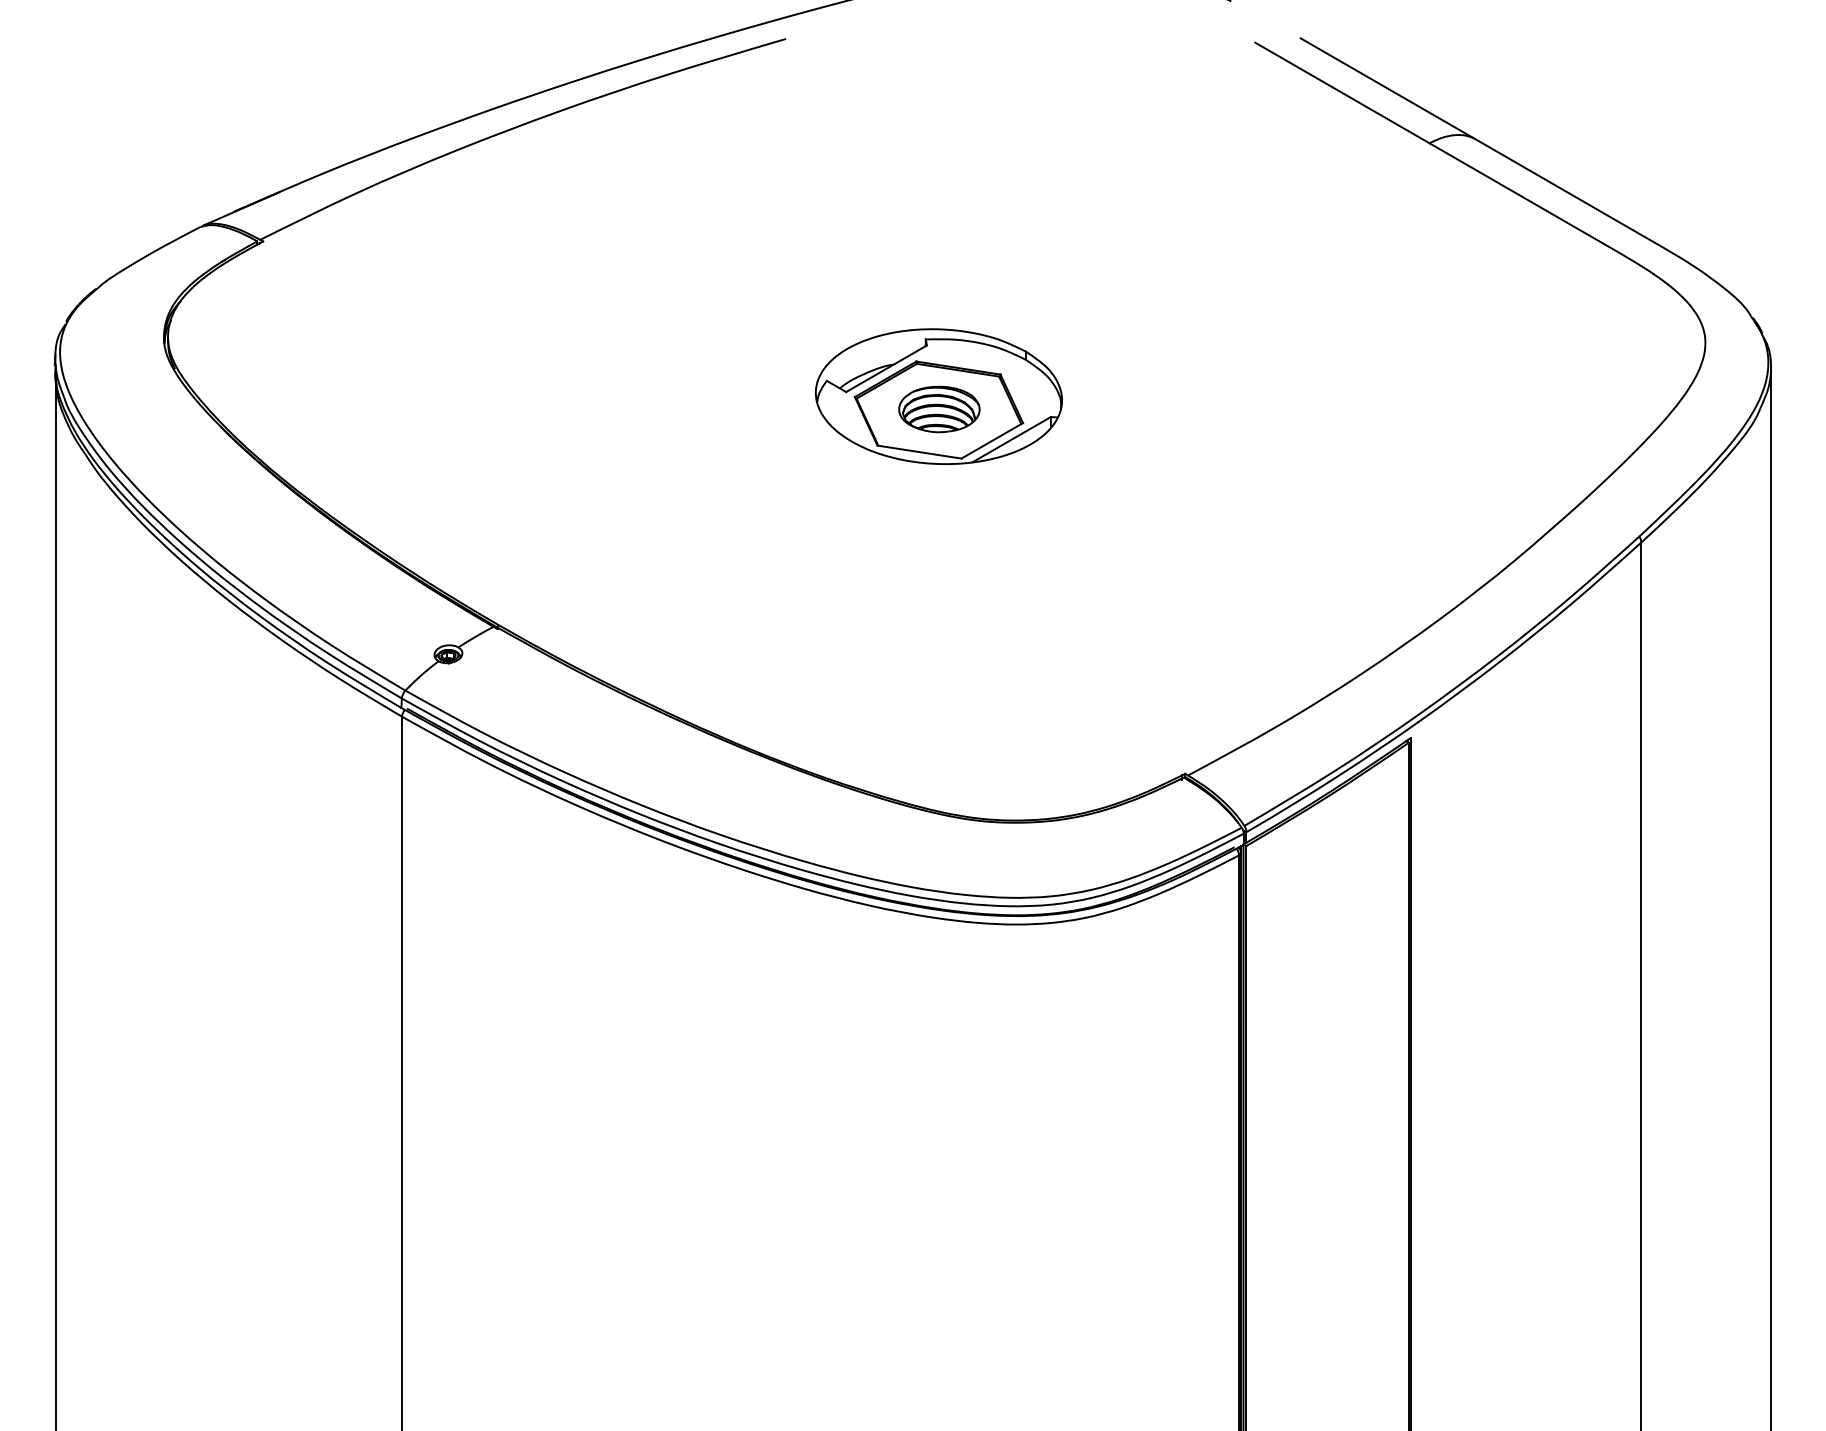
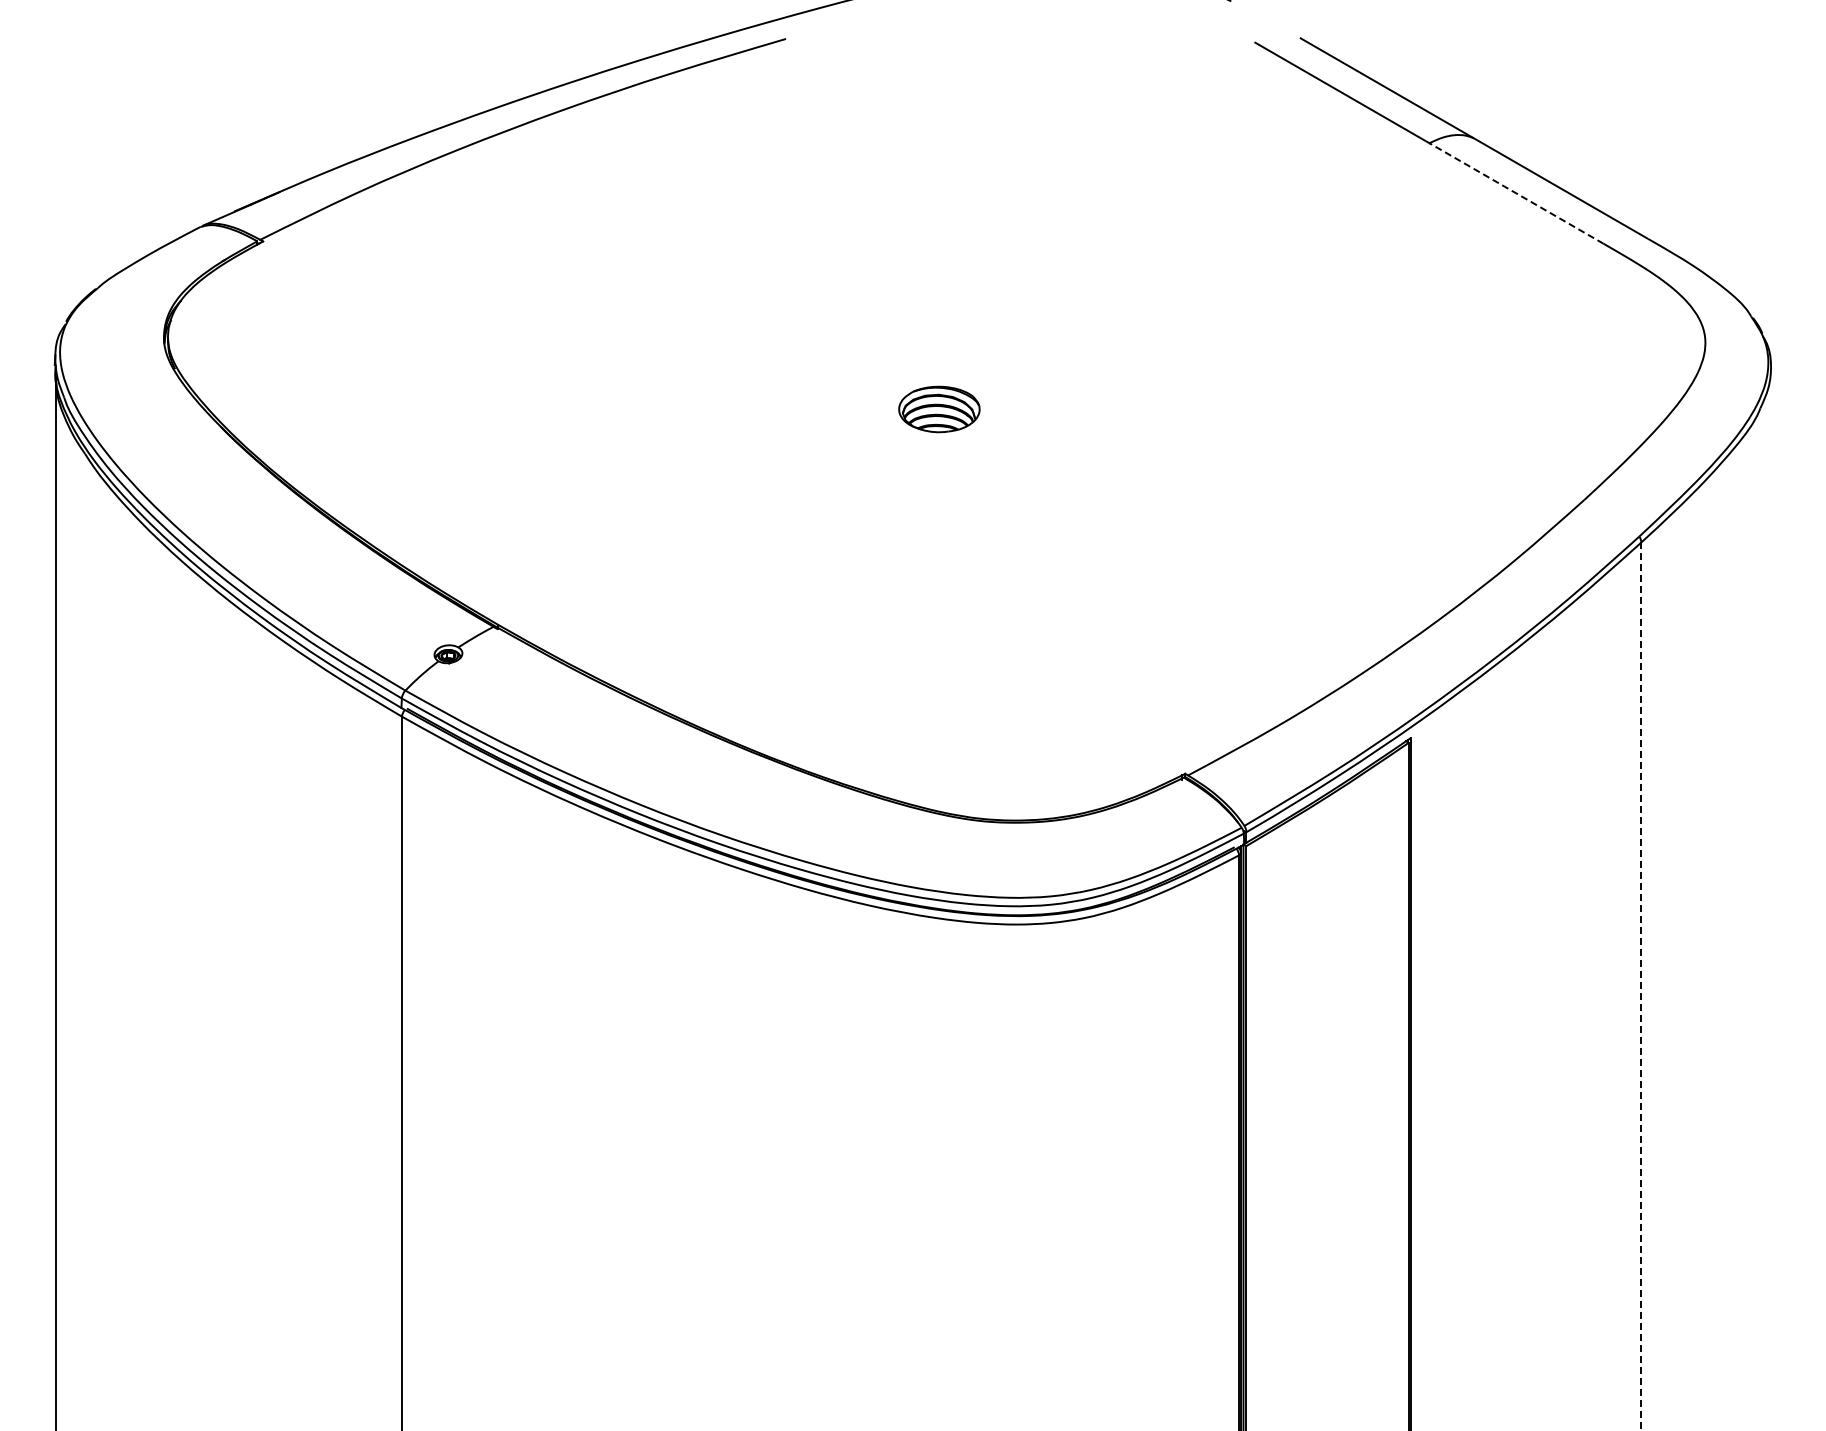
line at (1516, 193): solid -> dashed
part at (938, 396): present -> none
line at (1771, 897): present -> none
line at (1641, 986): solid -> dashed
